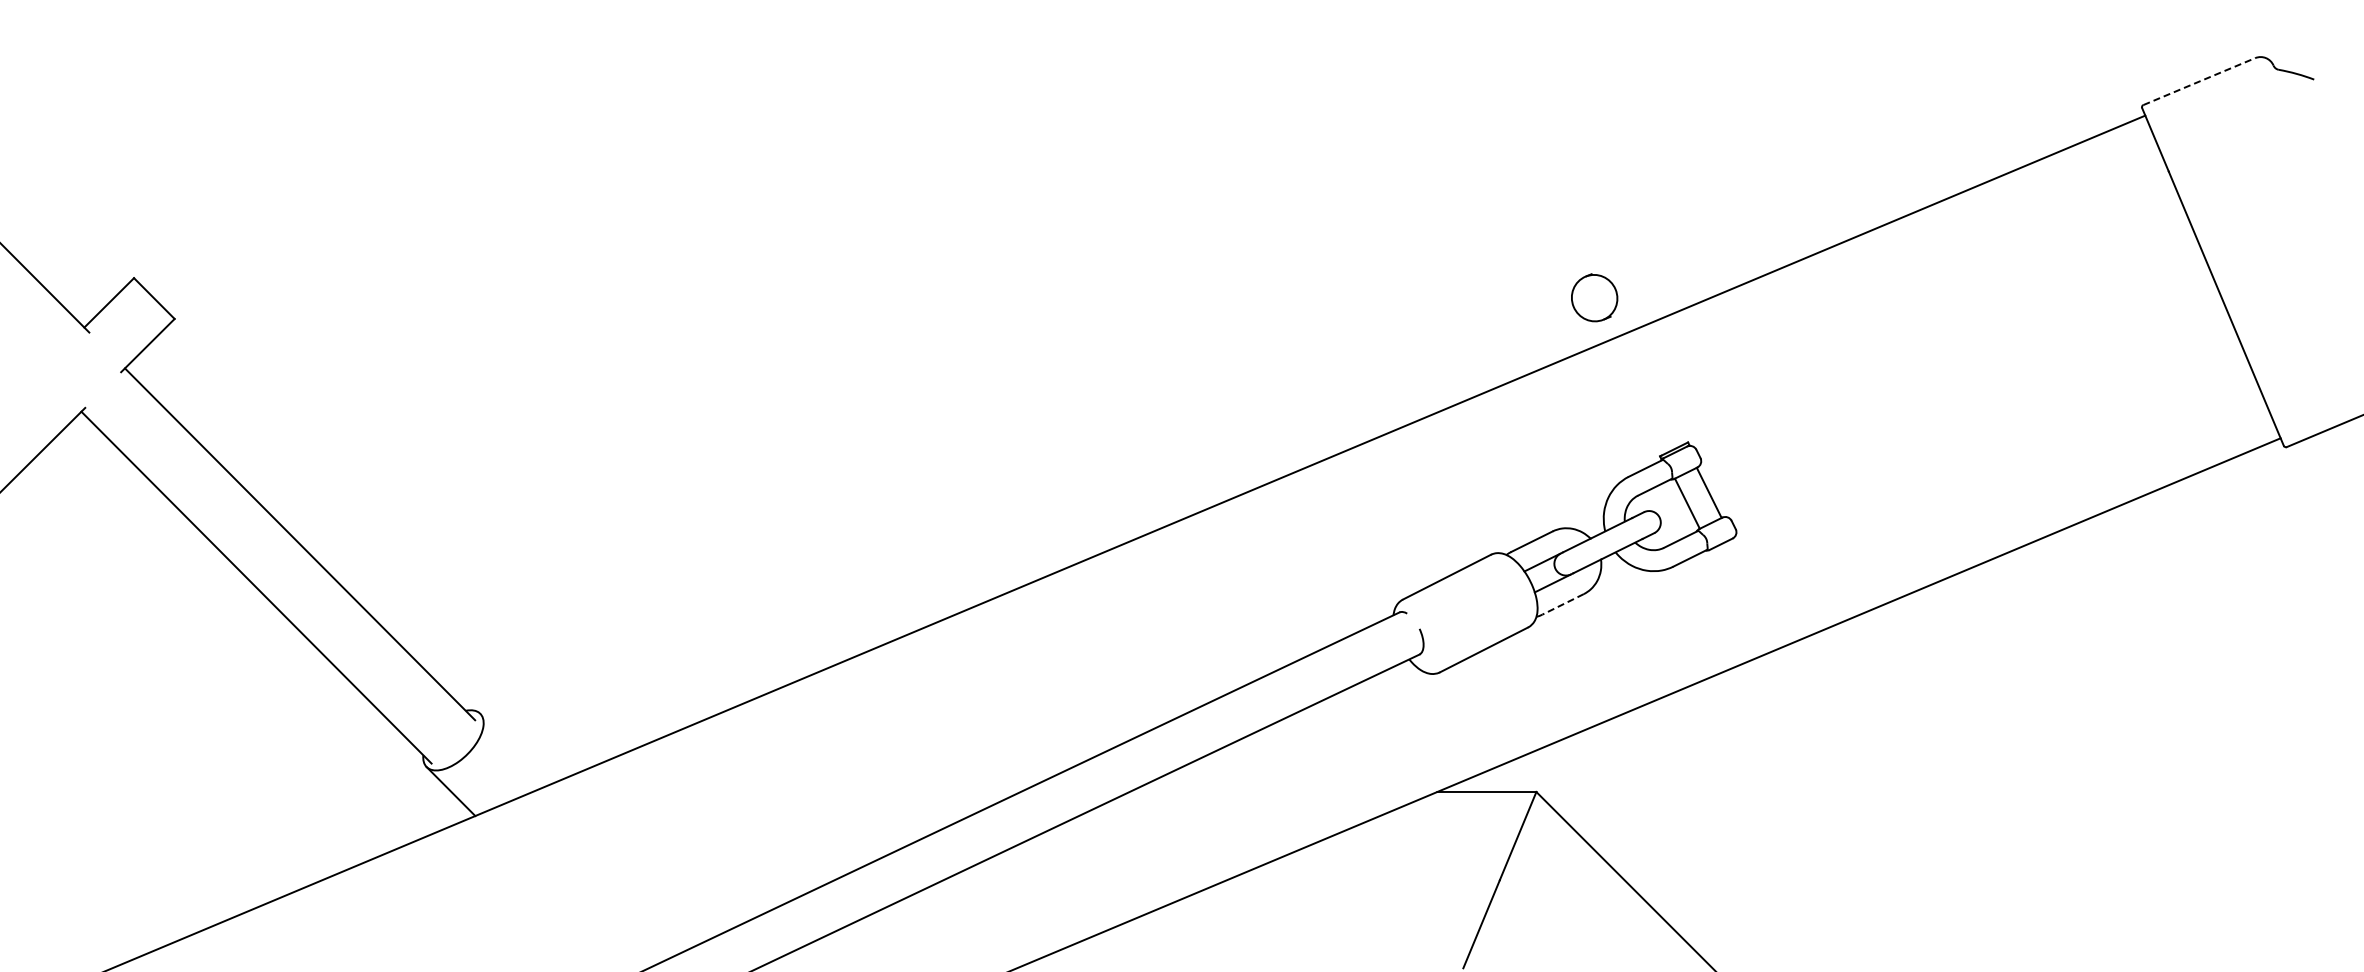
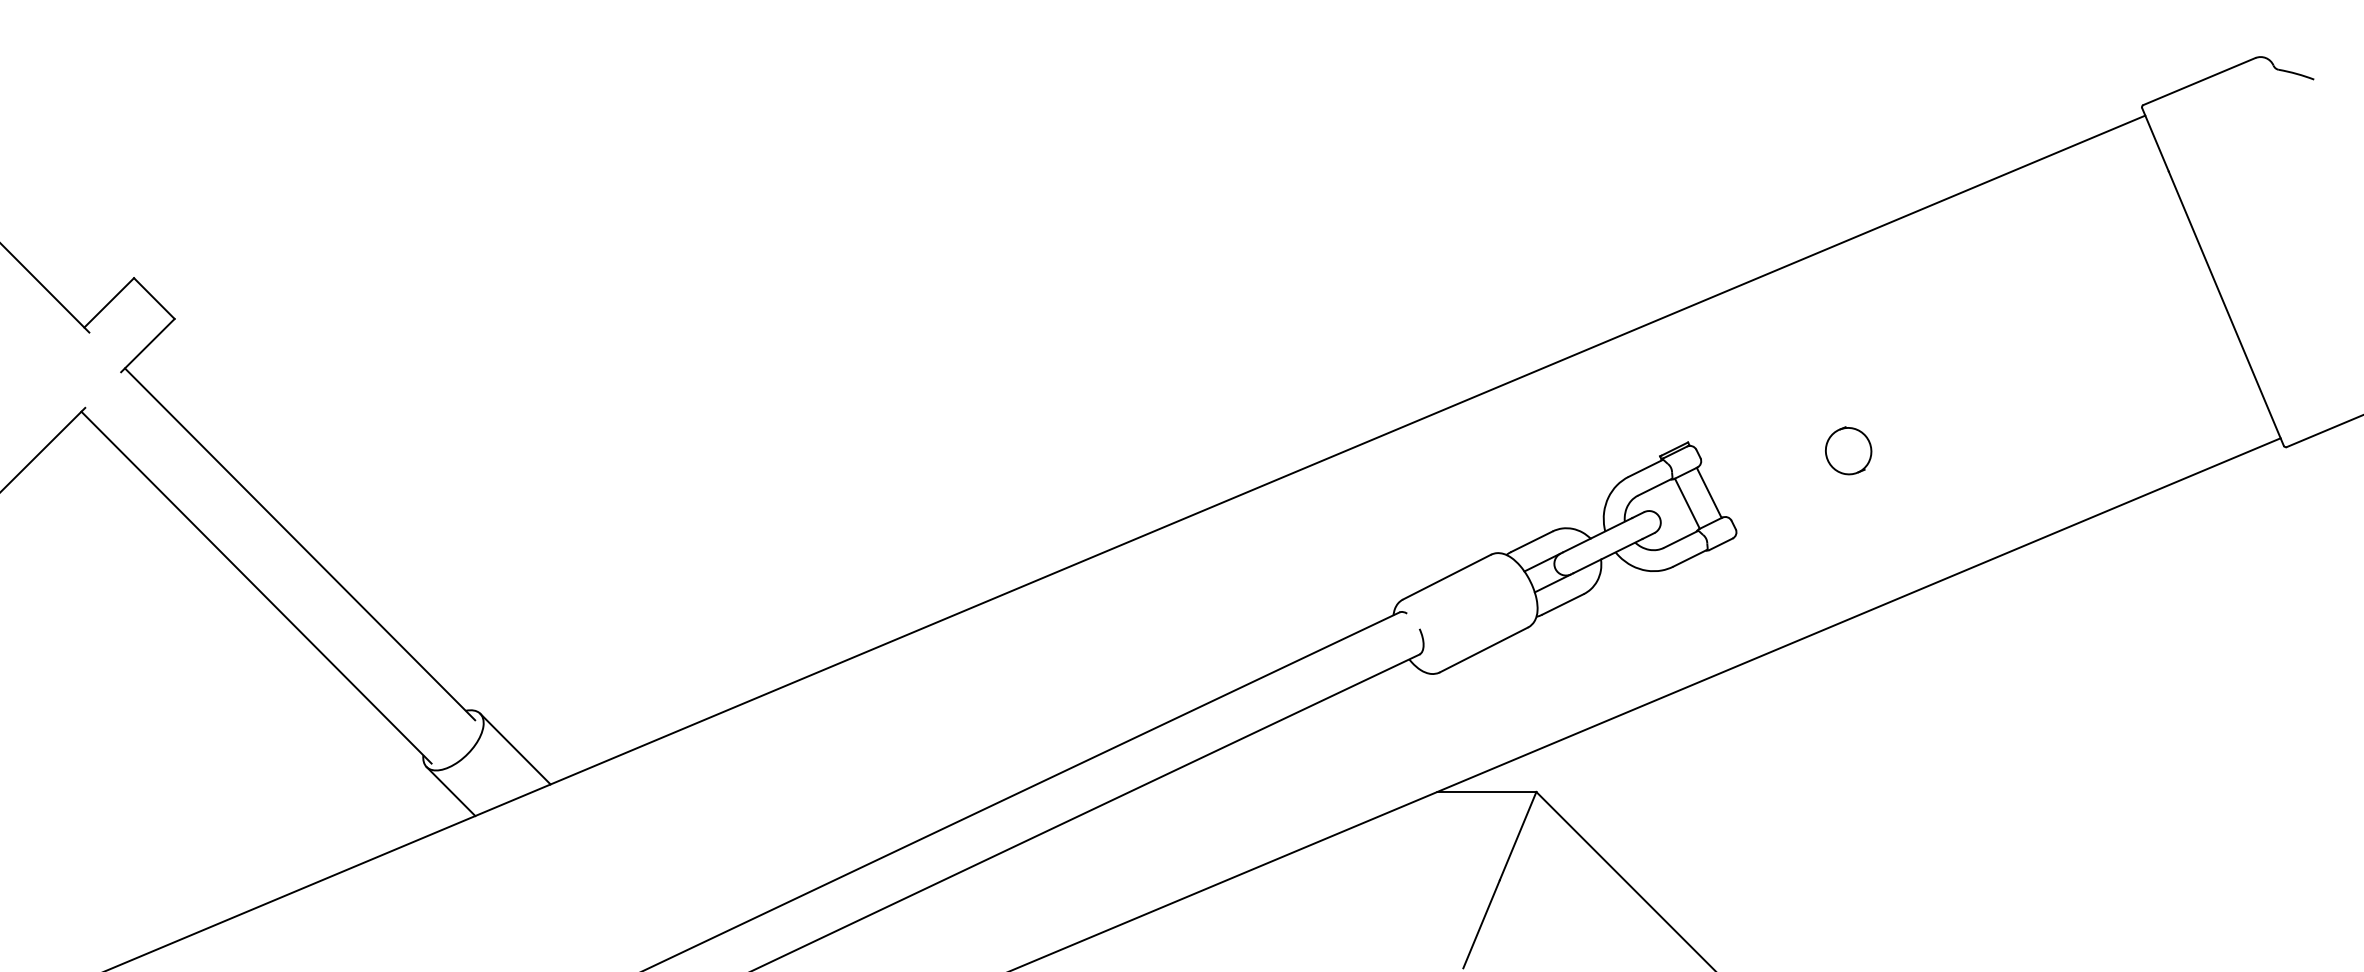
line at (2199, 81): dashed -> solid
part at (1594, 297) position: (1594, 297) -> (1848, 450)
line at (1562, 604): dashed -> solid
line at (515, 748): none -> present
